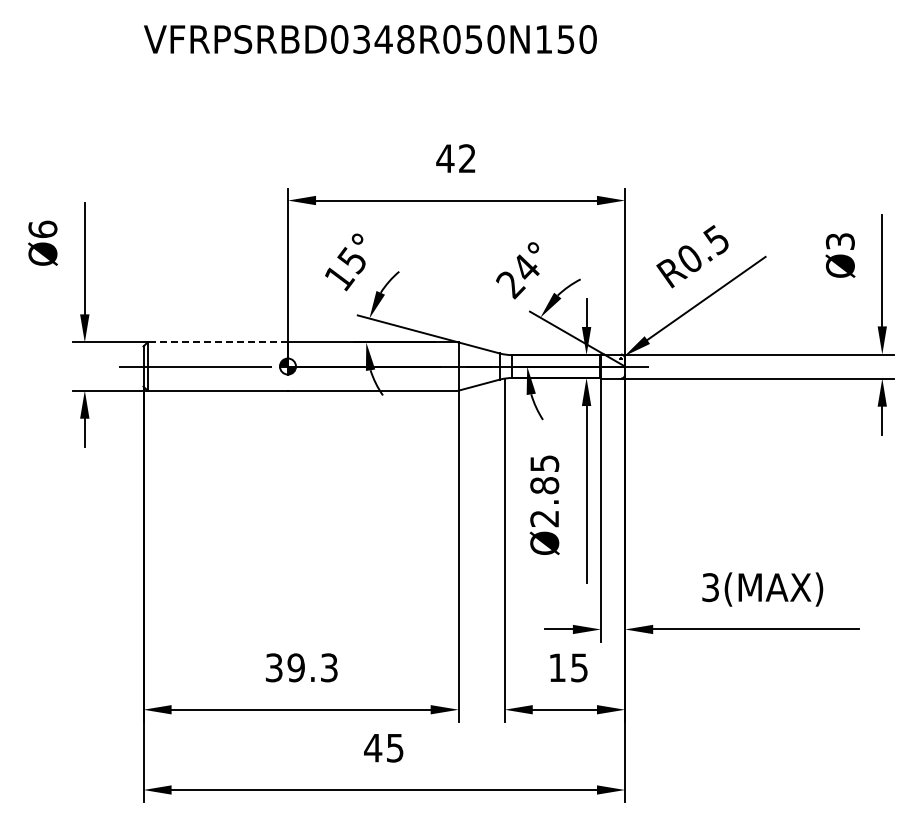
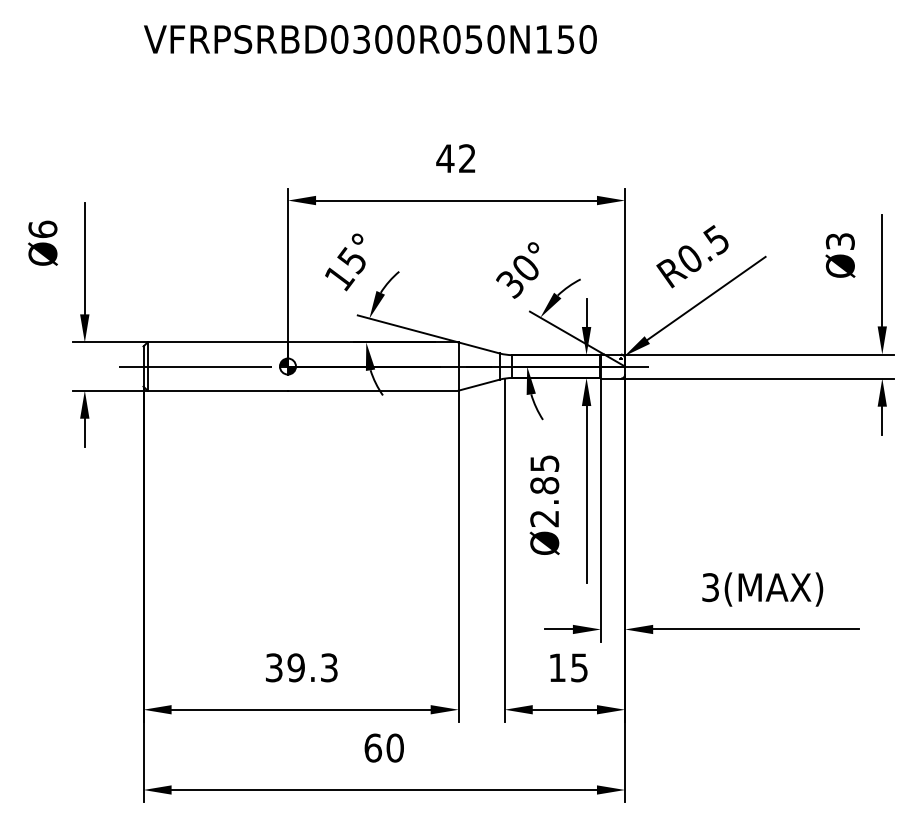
text at (394, 39): VFRPSRBD0348R050N150 -> VFRPSRBD0300R050N150
text at (517, 276): 24° -> 30°
line at (217, 342): dashed -> solid
text at (383, 747): 45 -> 60
